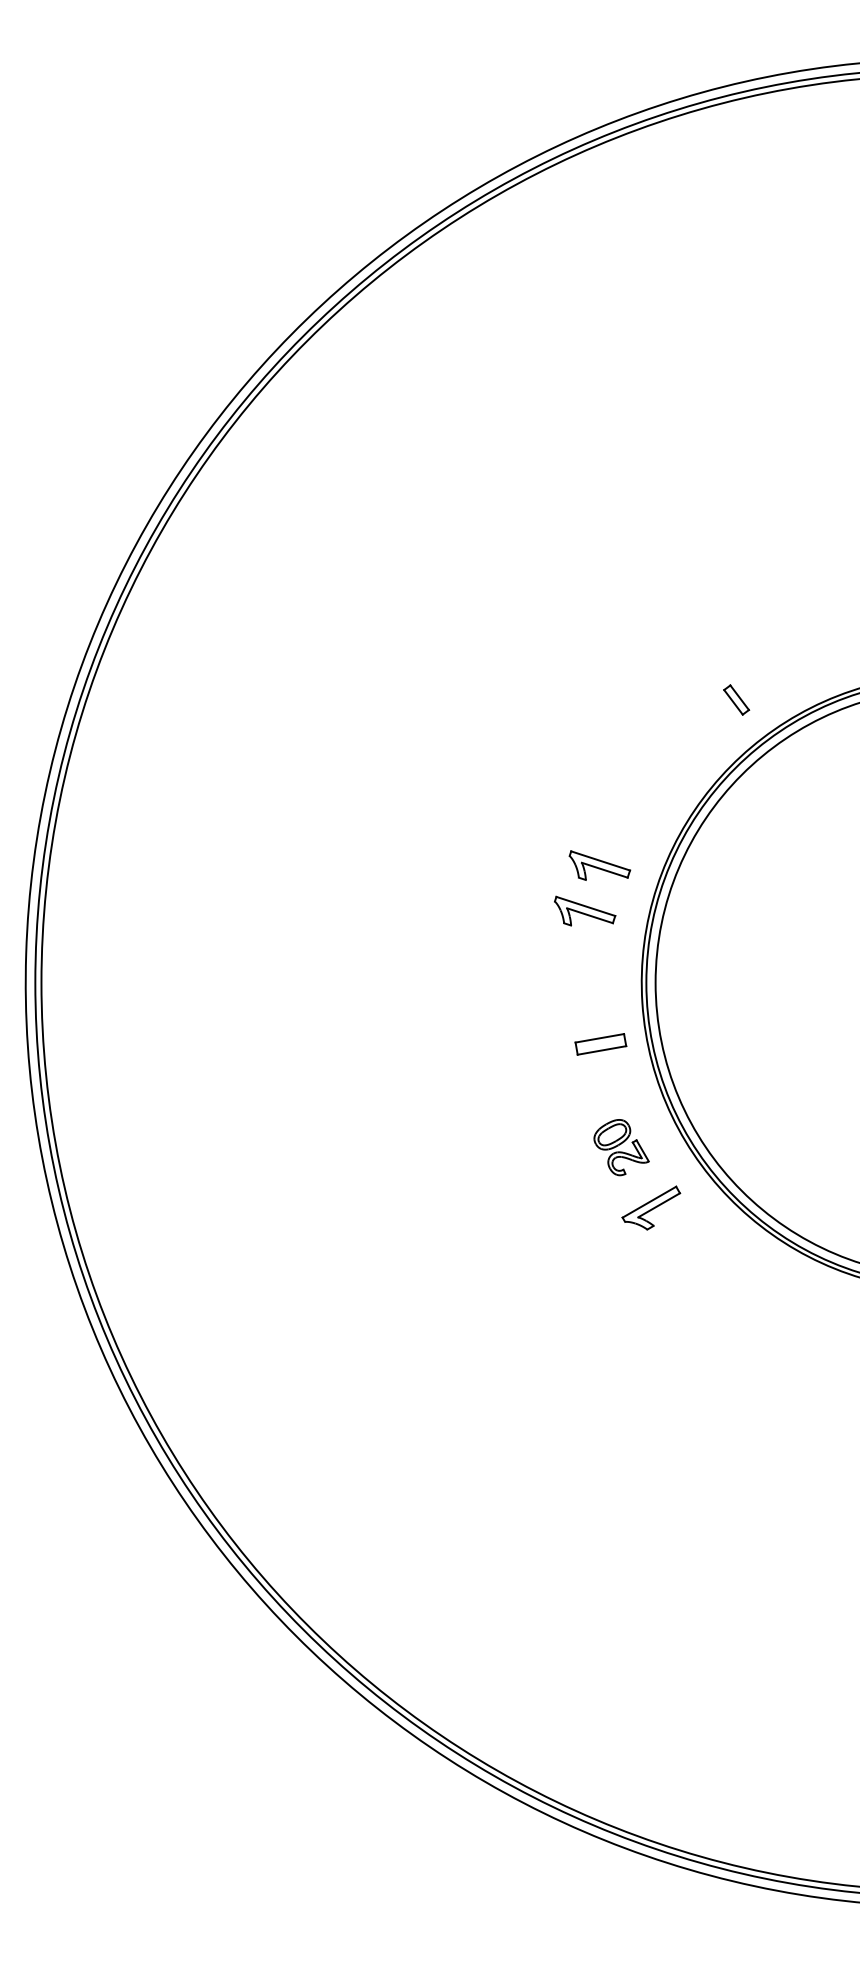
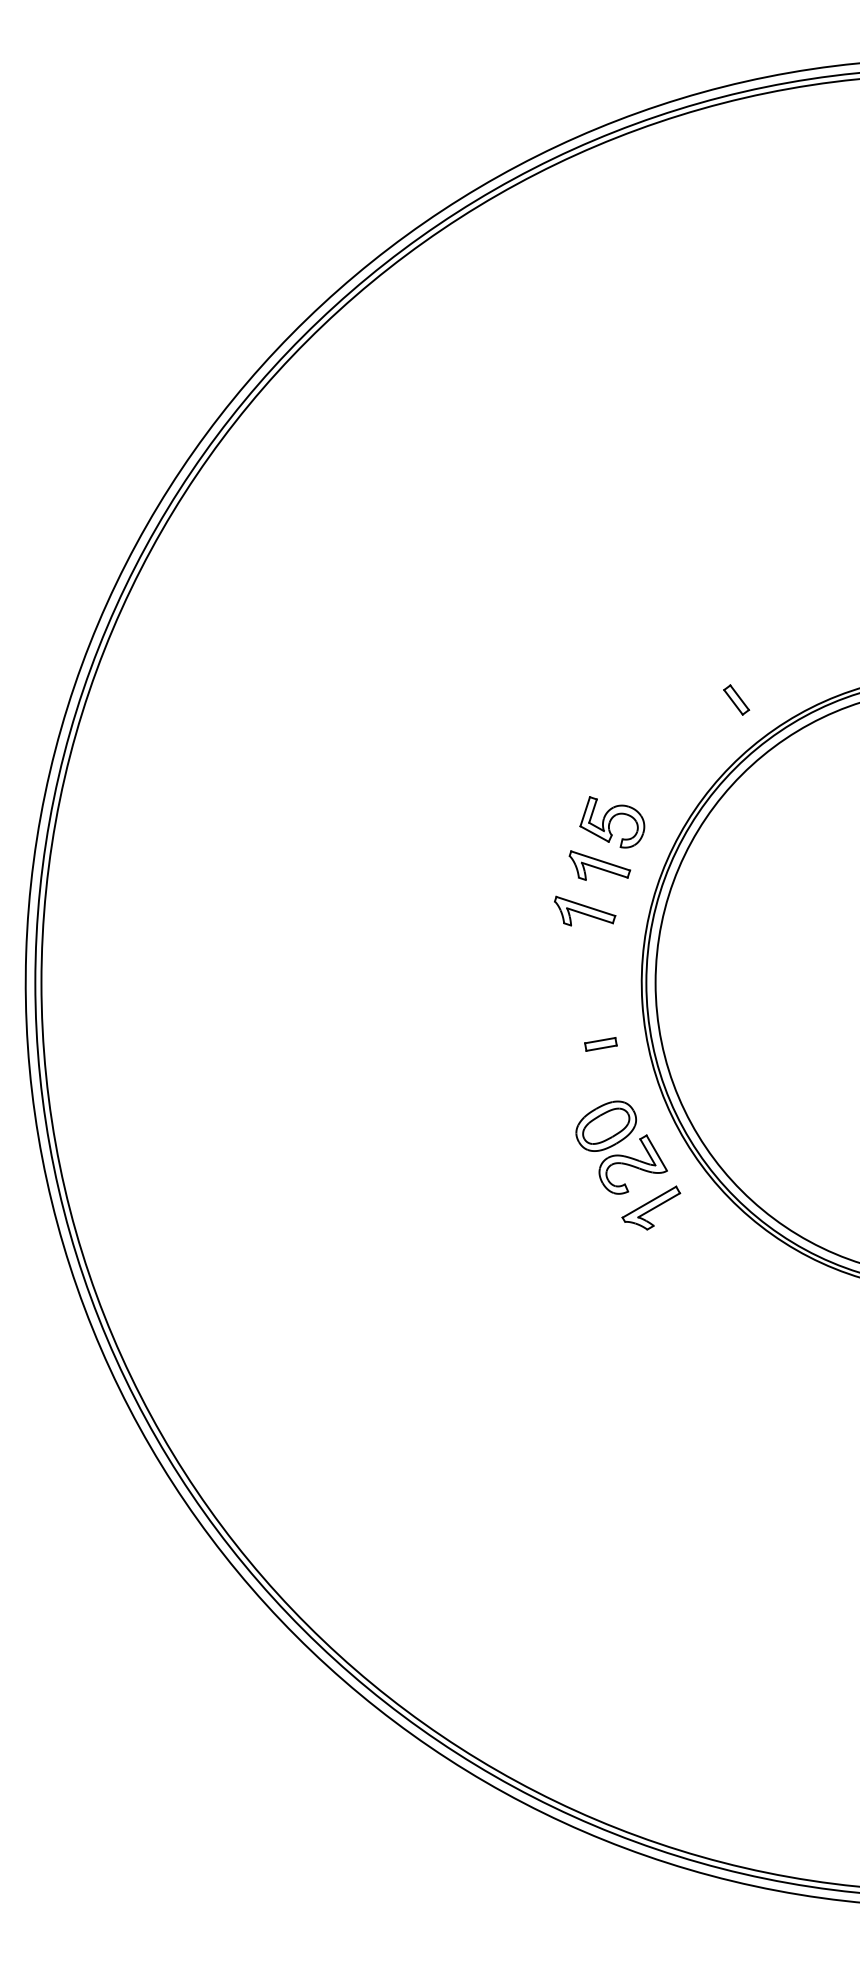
part at (612, 822): none -> present
part at (600, 1044) size: 54x23 px -> 34x15 px
part at (621, 1147) size: 57x58 px -> 93x95 px
